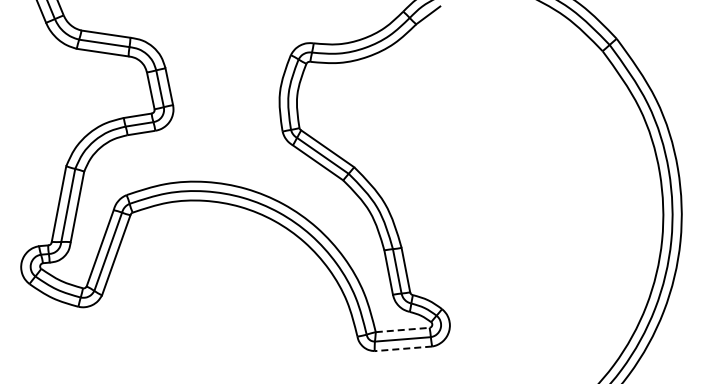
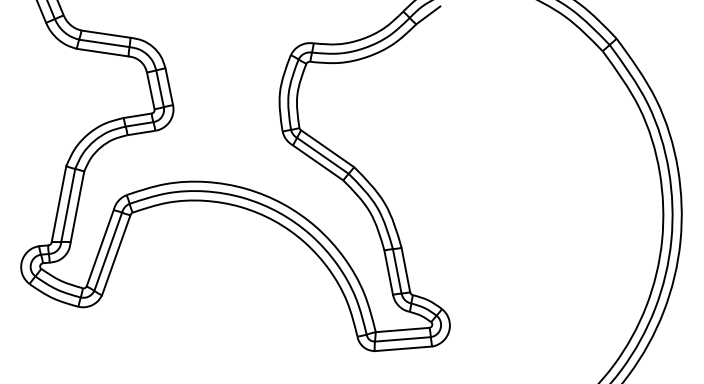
line at (402, 330): dashed -> solid
line at (403, 348): dashed -> solid
